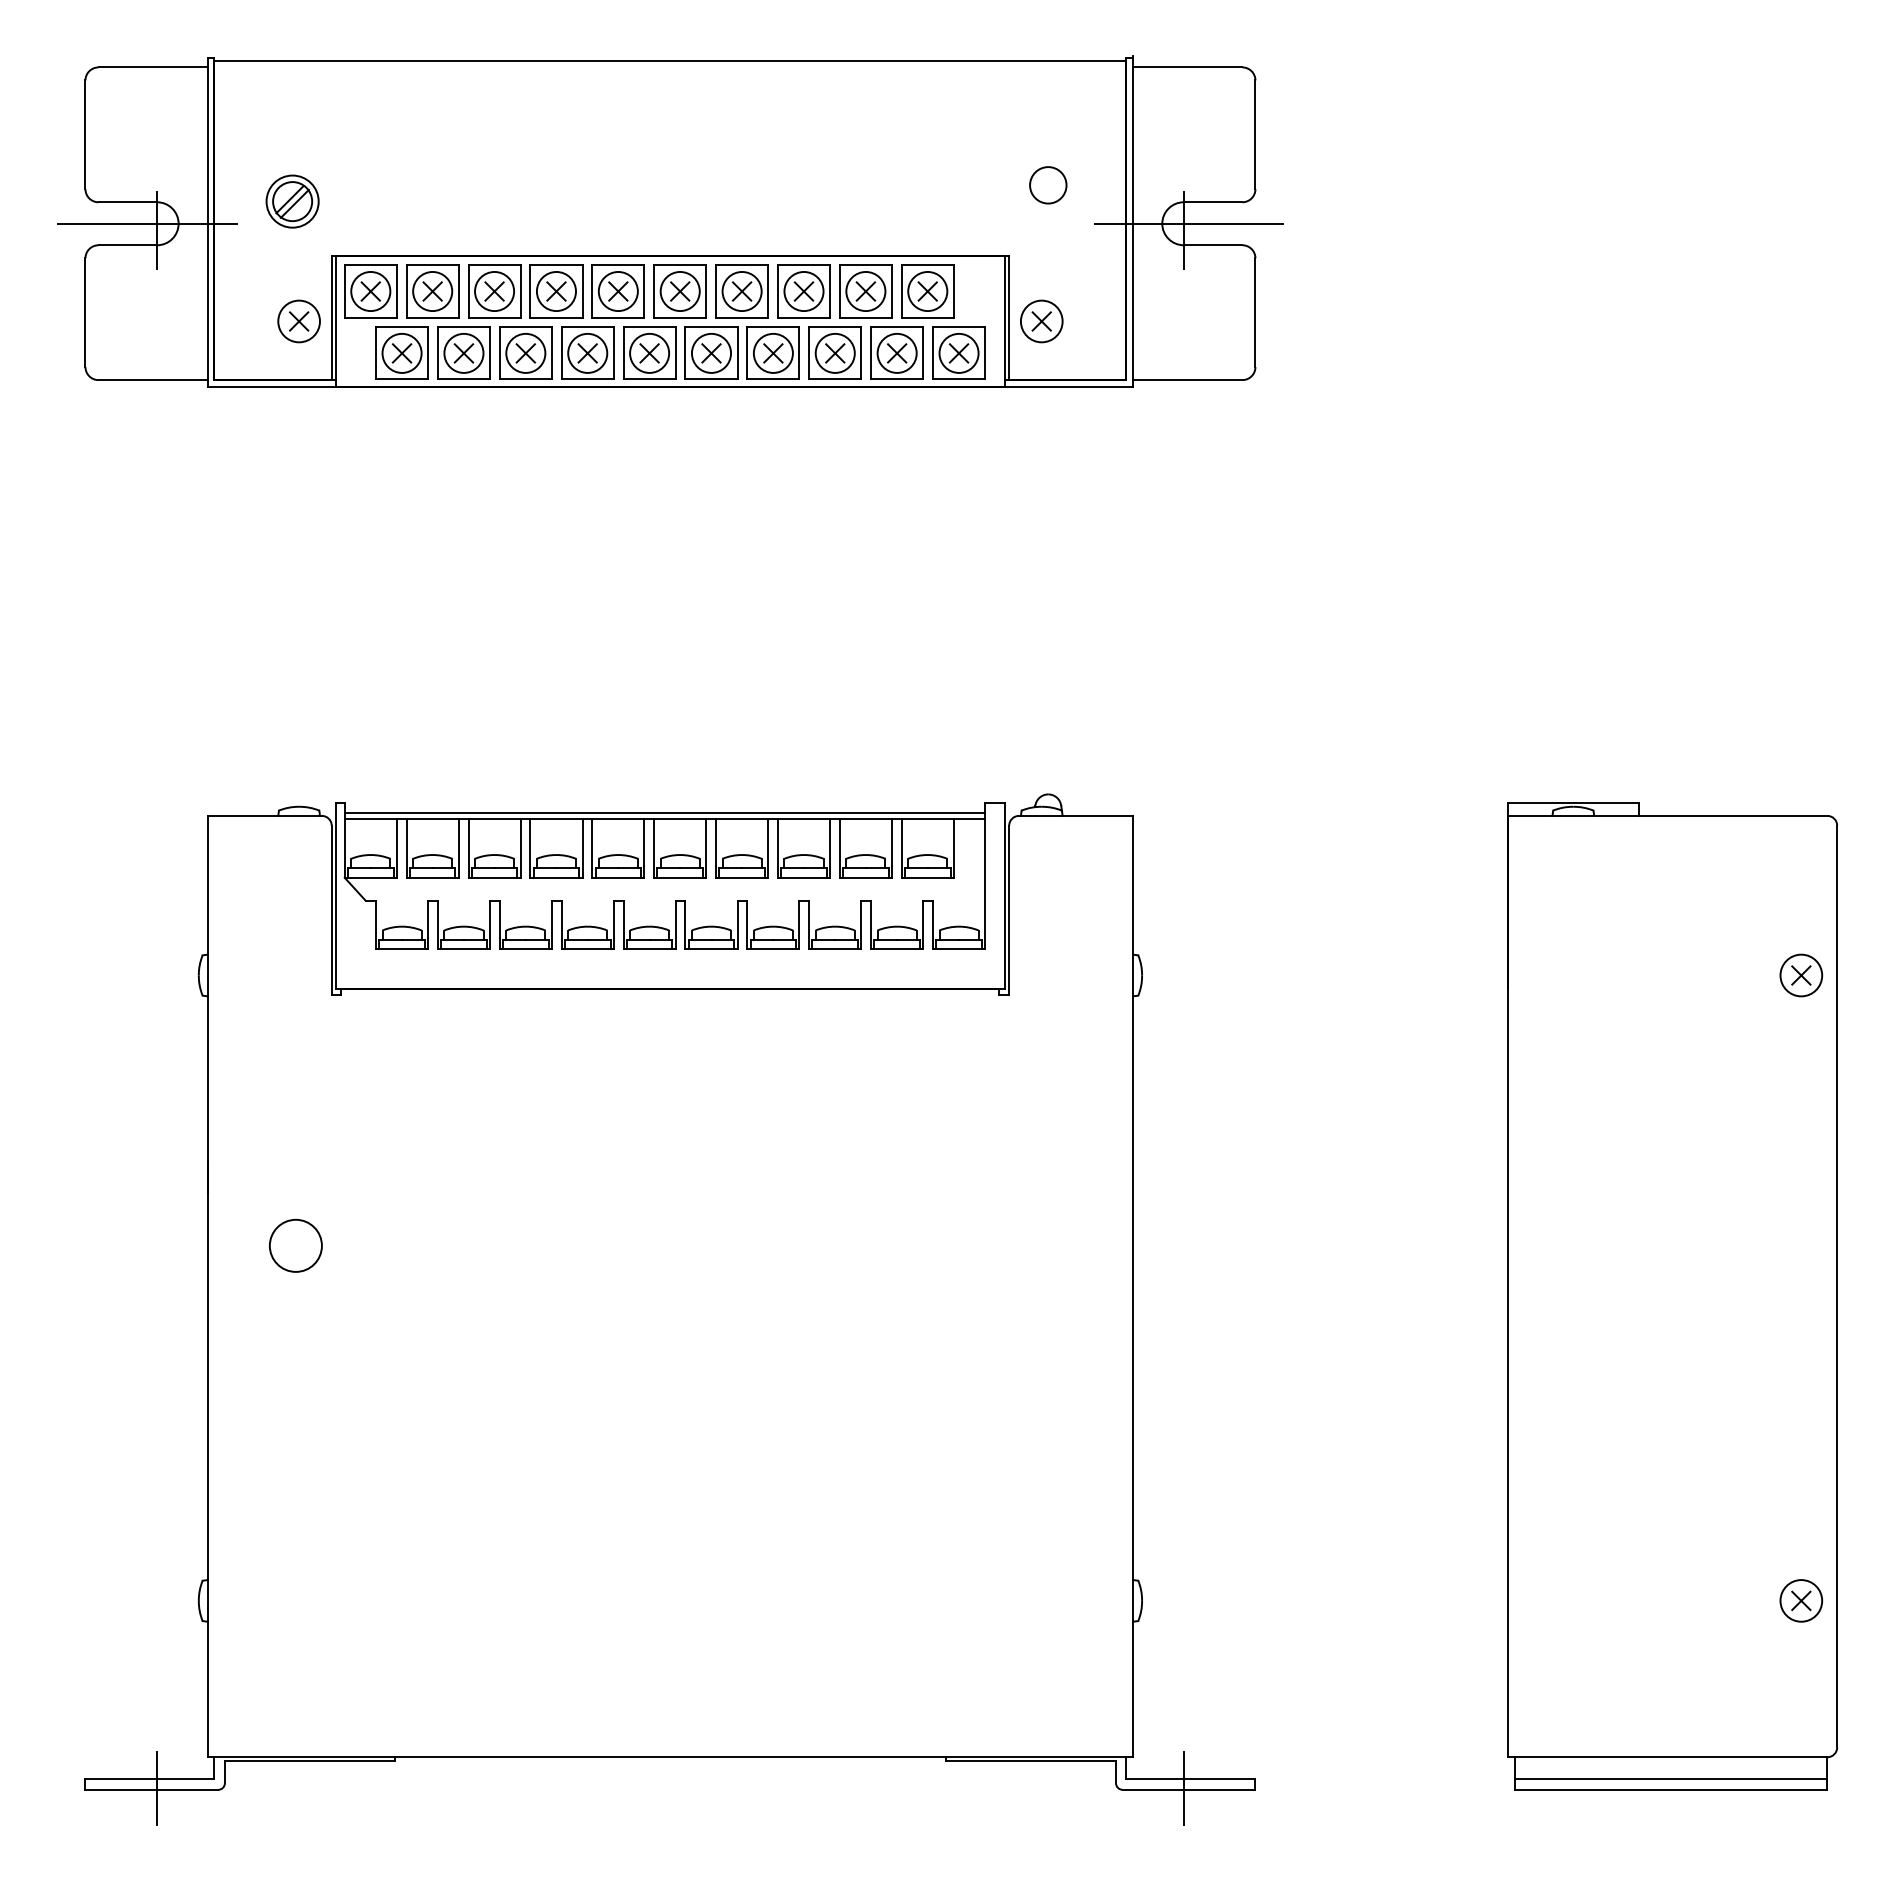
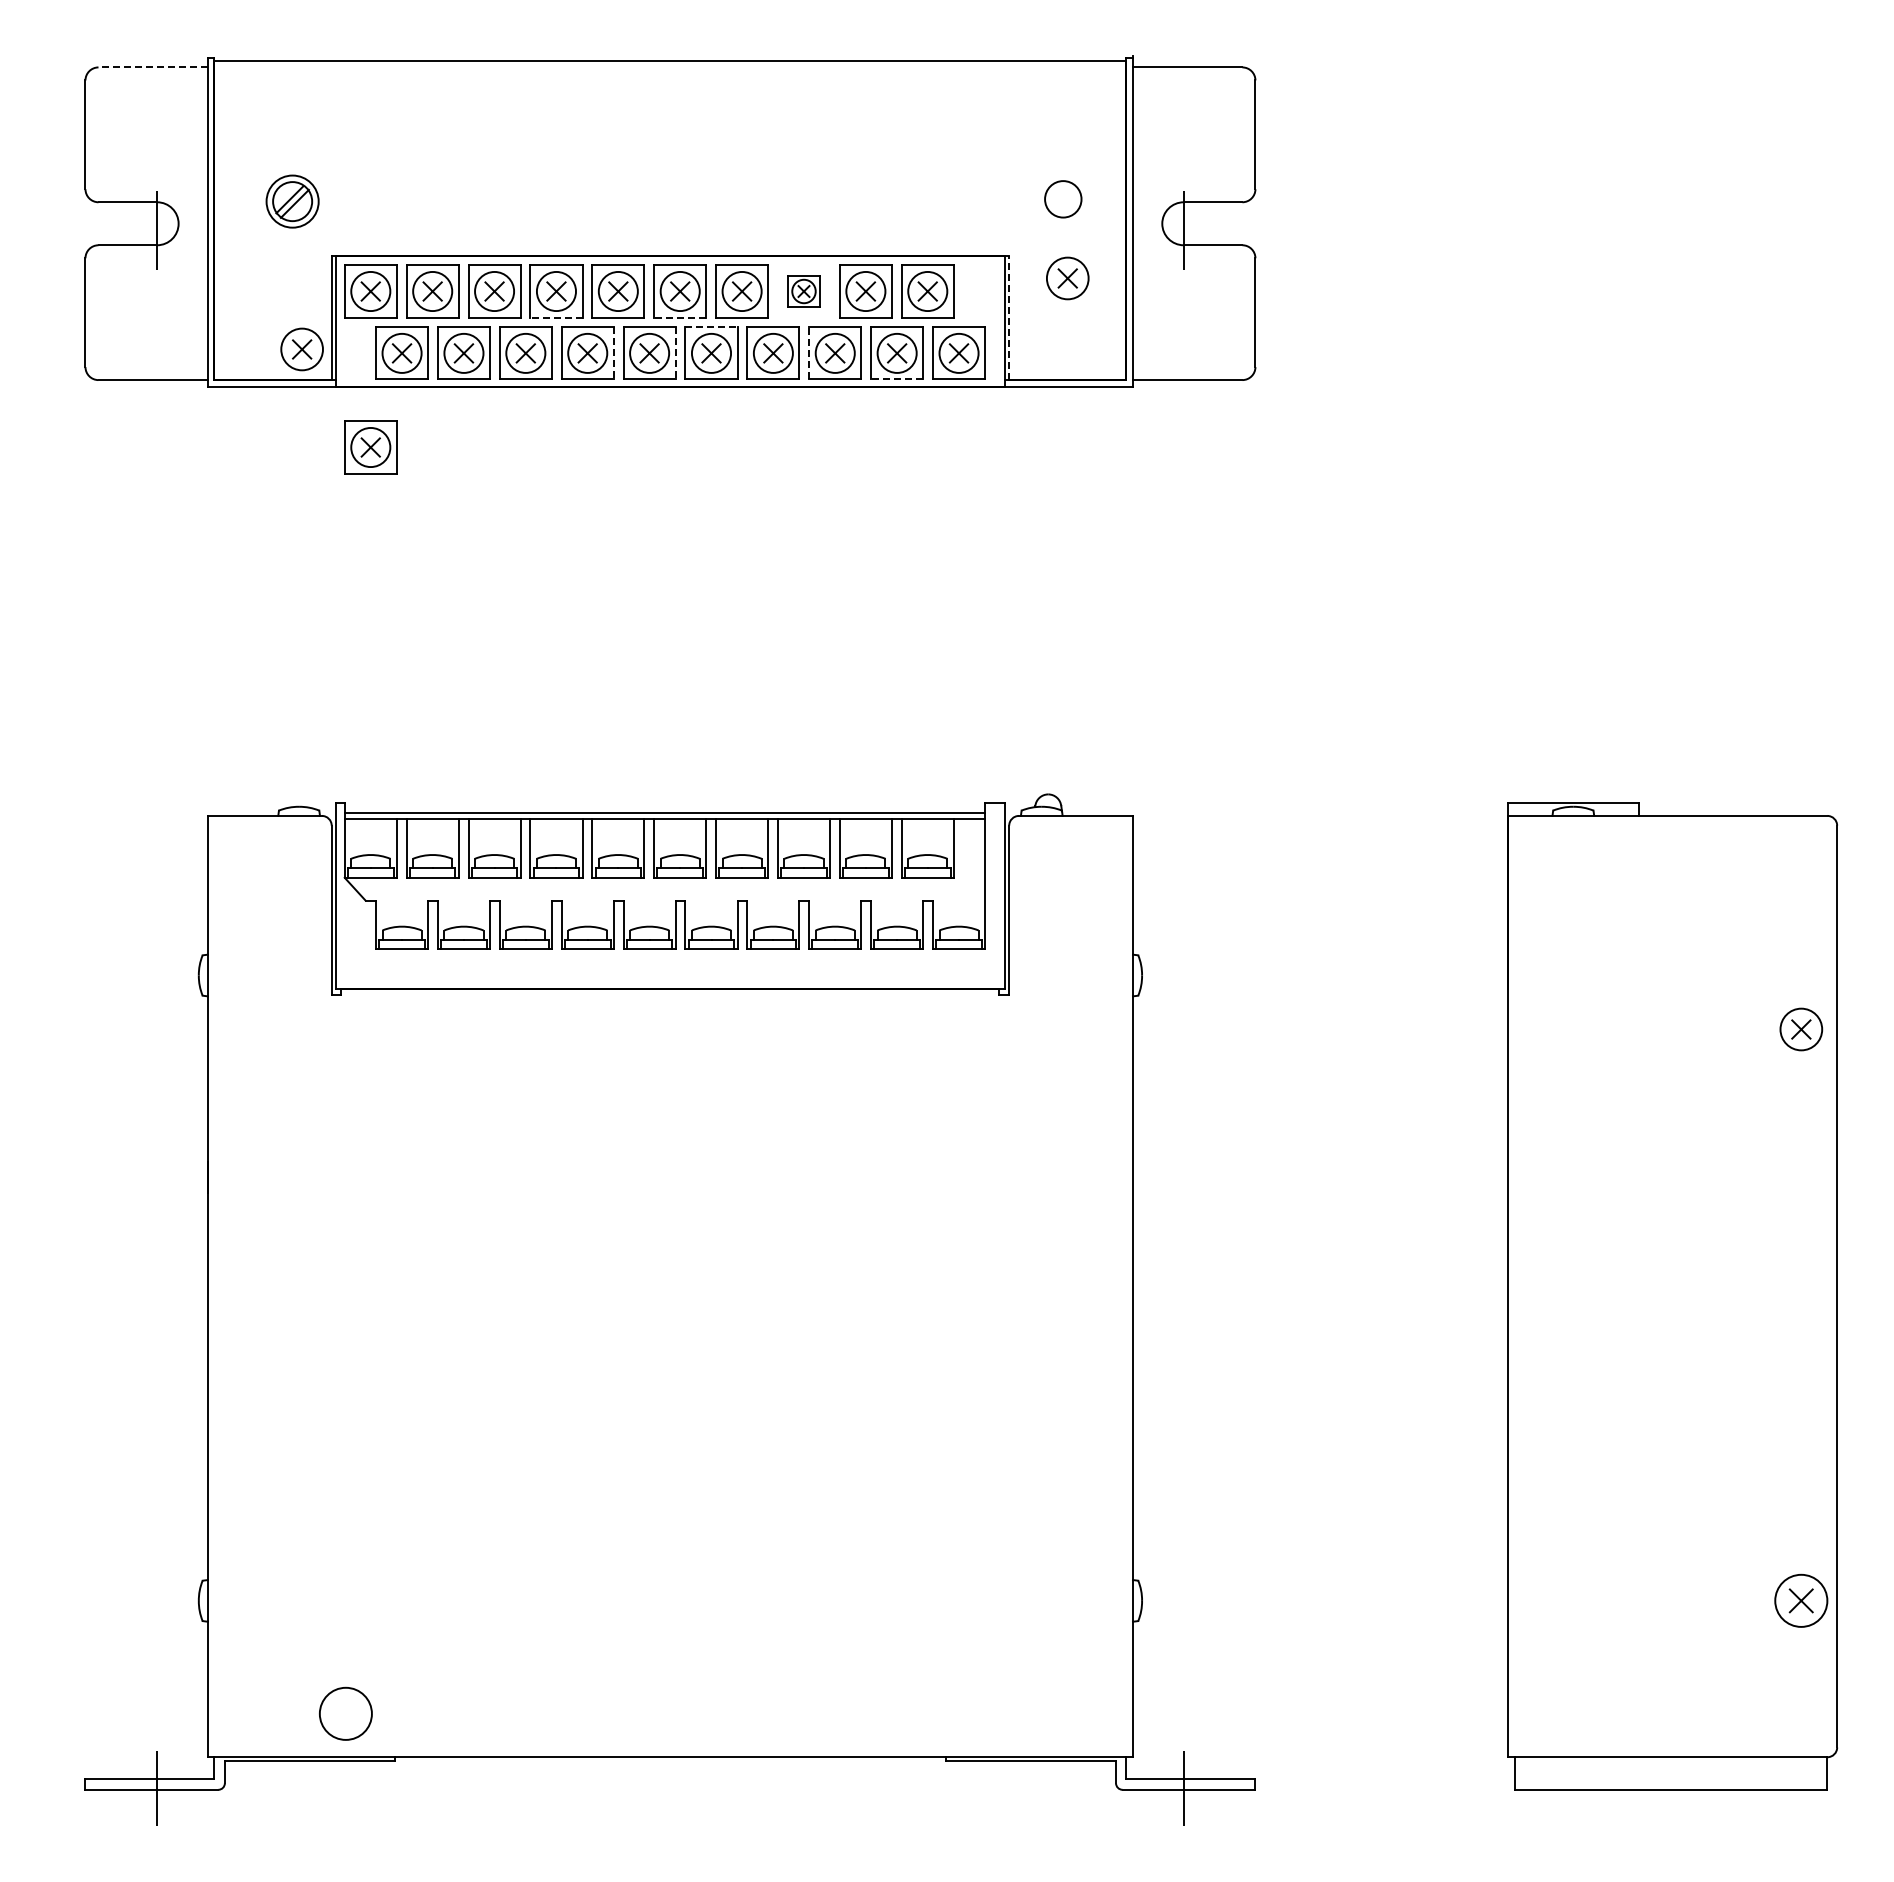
line at (153, 67): solid -> dashed
circle at (1048, 185) position: (1048, 185) -> (1063, 199)
line at (146, 223): present -> none
line at (1188, 223): present -> none
part at (803, 291) size: 54x55 px -> 34x33 px
line at (555, 317): solid -> dashed
line at (679, 317): solid -> dashed
line at (1009, 318): solid -> dashed
part at (298, 321) position: (298, 321) -> (301, 349)
part at (1041, 321) position: (1041, 321) -> (1067, 278)
line at (711, 327): solid -> dashed
line at (809, 352): solid -> dashed
line at (613, 353): solid -> dashed
line at (675, 353): solid -> dashed
line at (896, 379): solid -> dashed
part at (370, 447): none -> present
part at (1801, 975) position: (1801, 975) -> (1801, 1029)
circle at (295, 1245) position: (295, 1245) -> (345, 1713)
part at (1801, 1600) size: 45x44 px -> 55x55 px
line at (1670, 1779): present -> none
